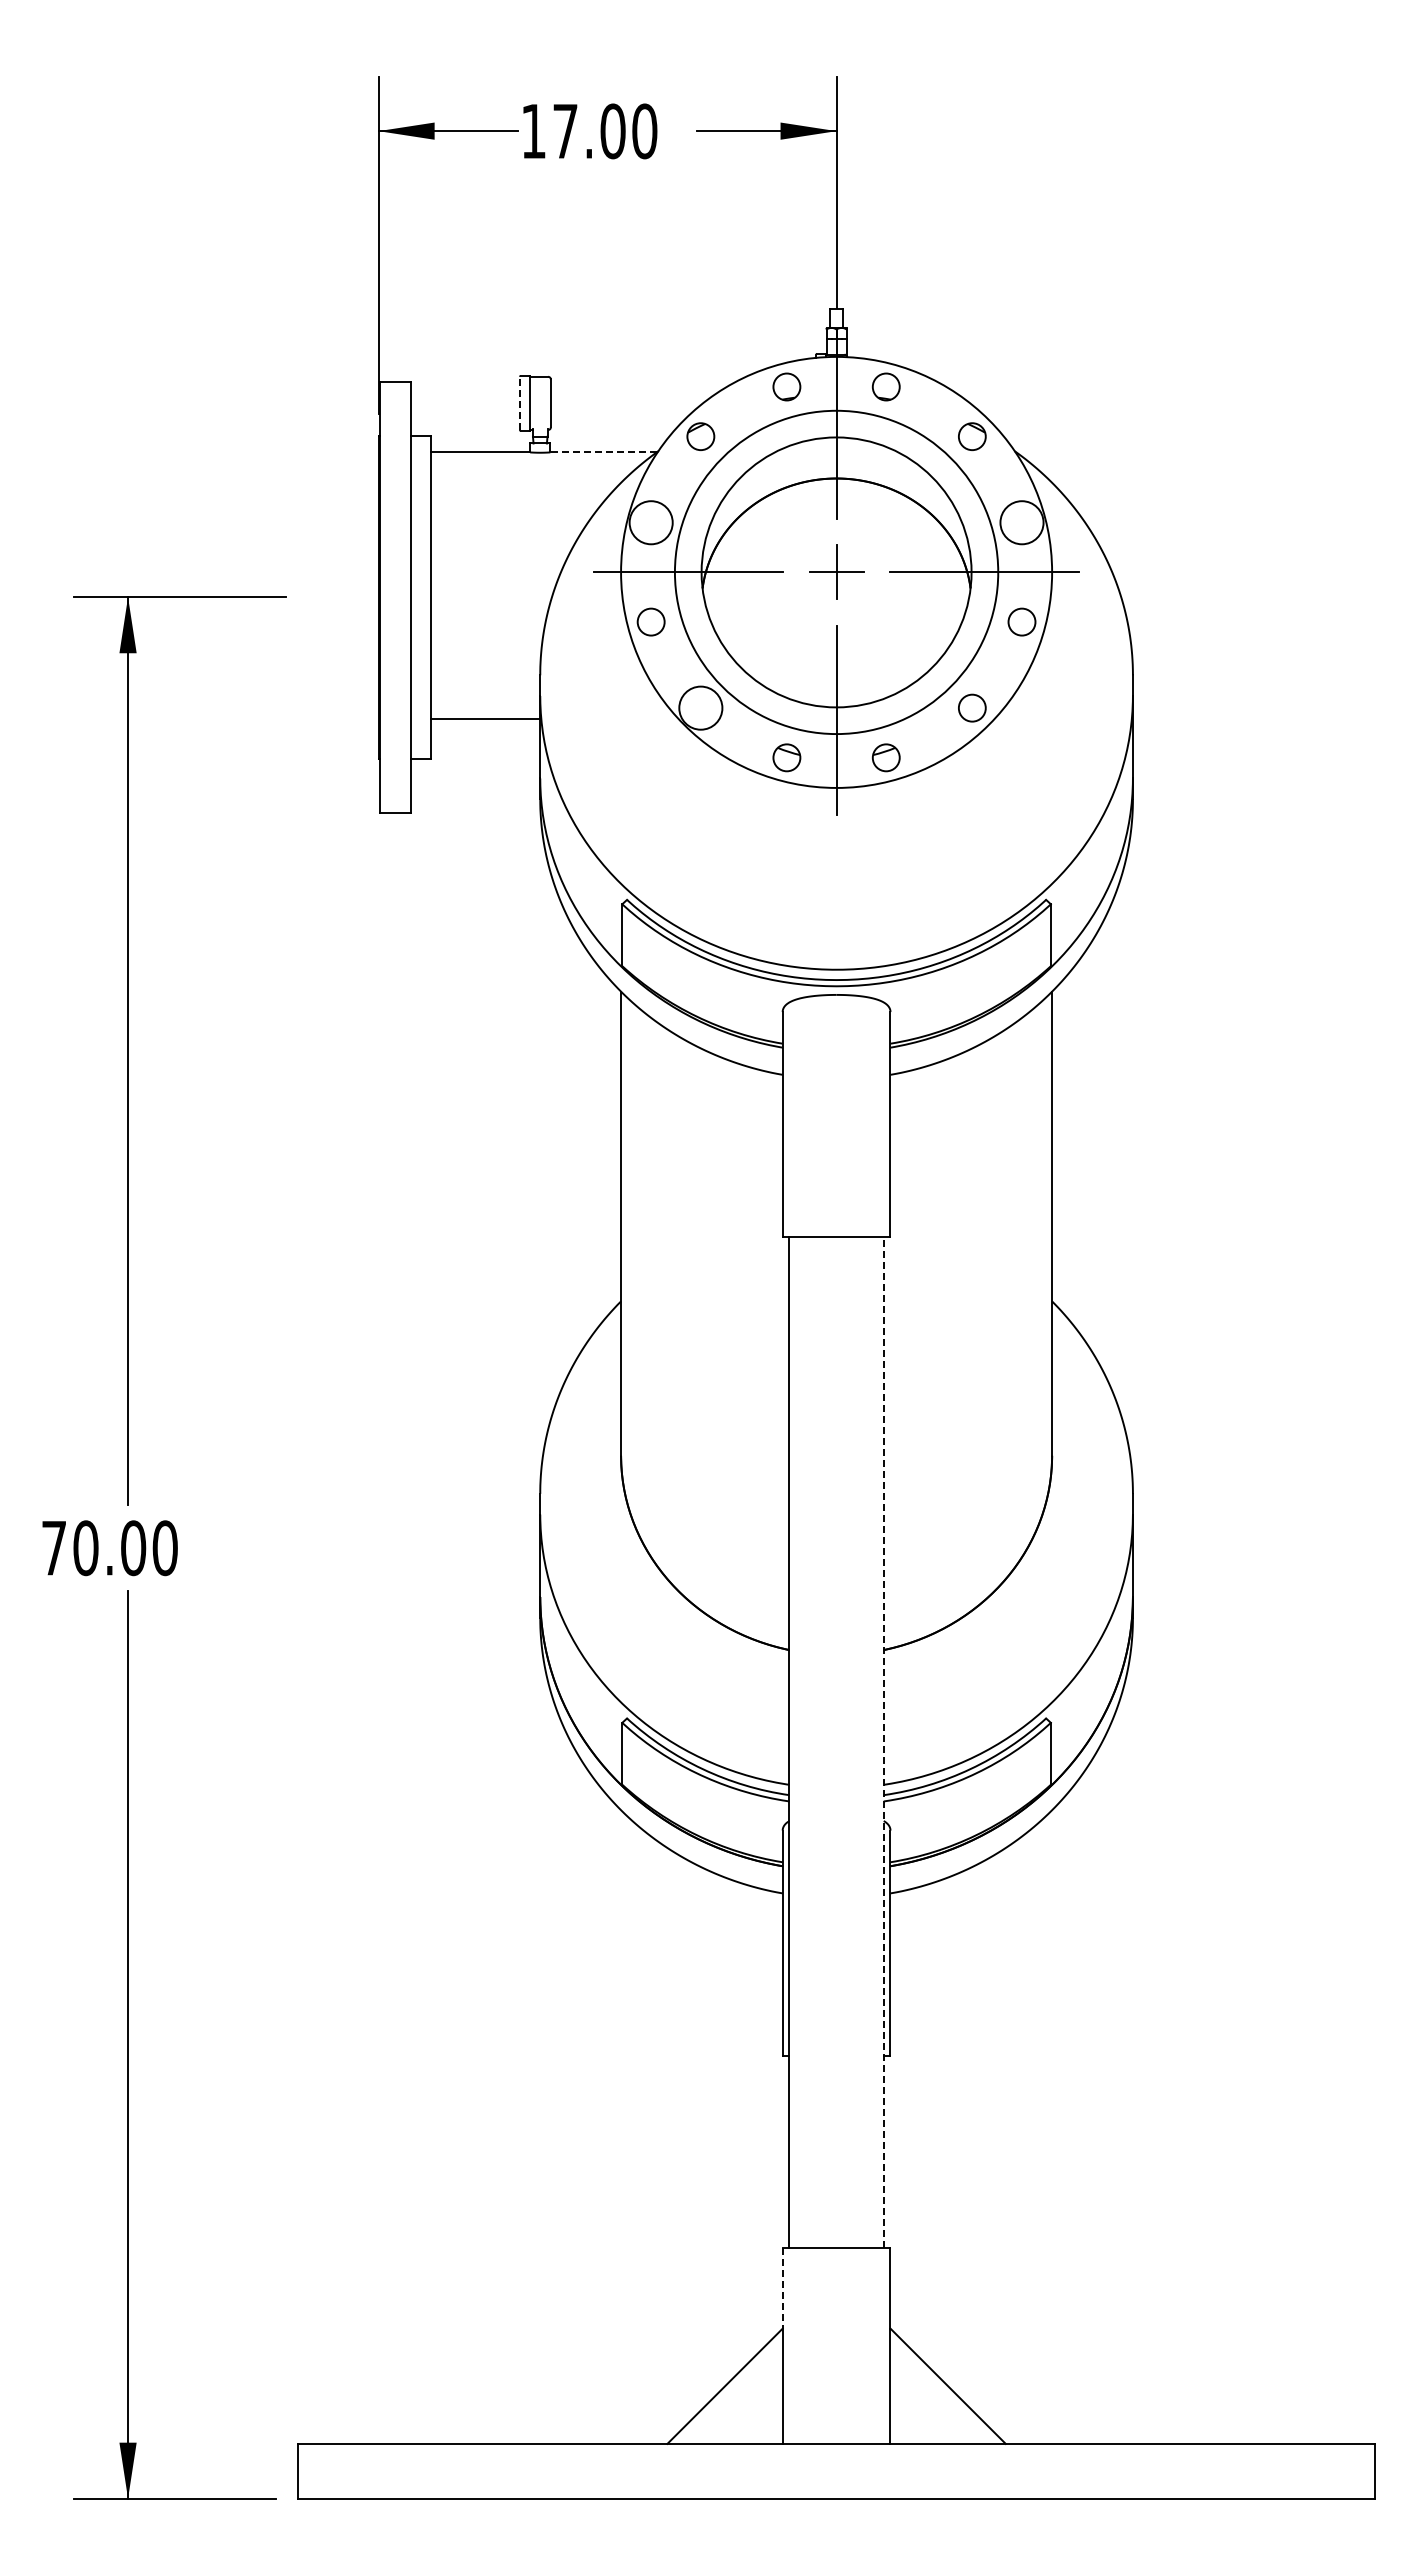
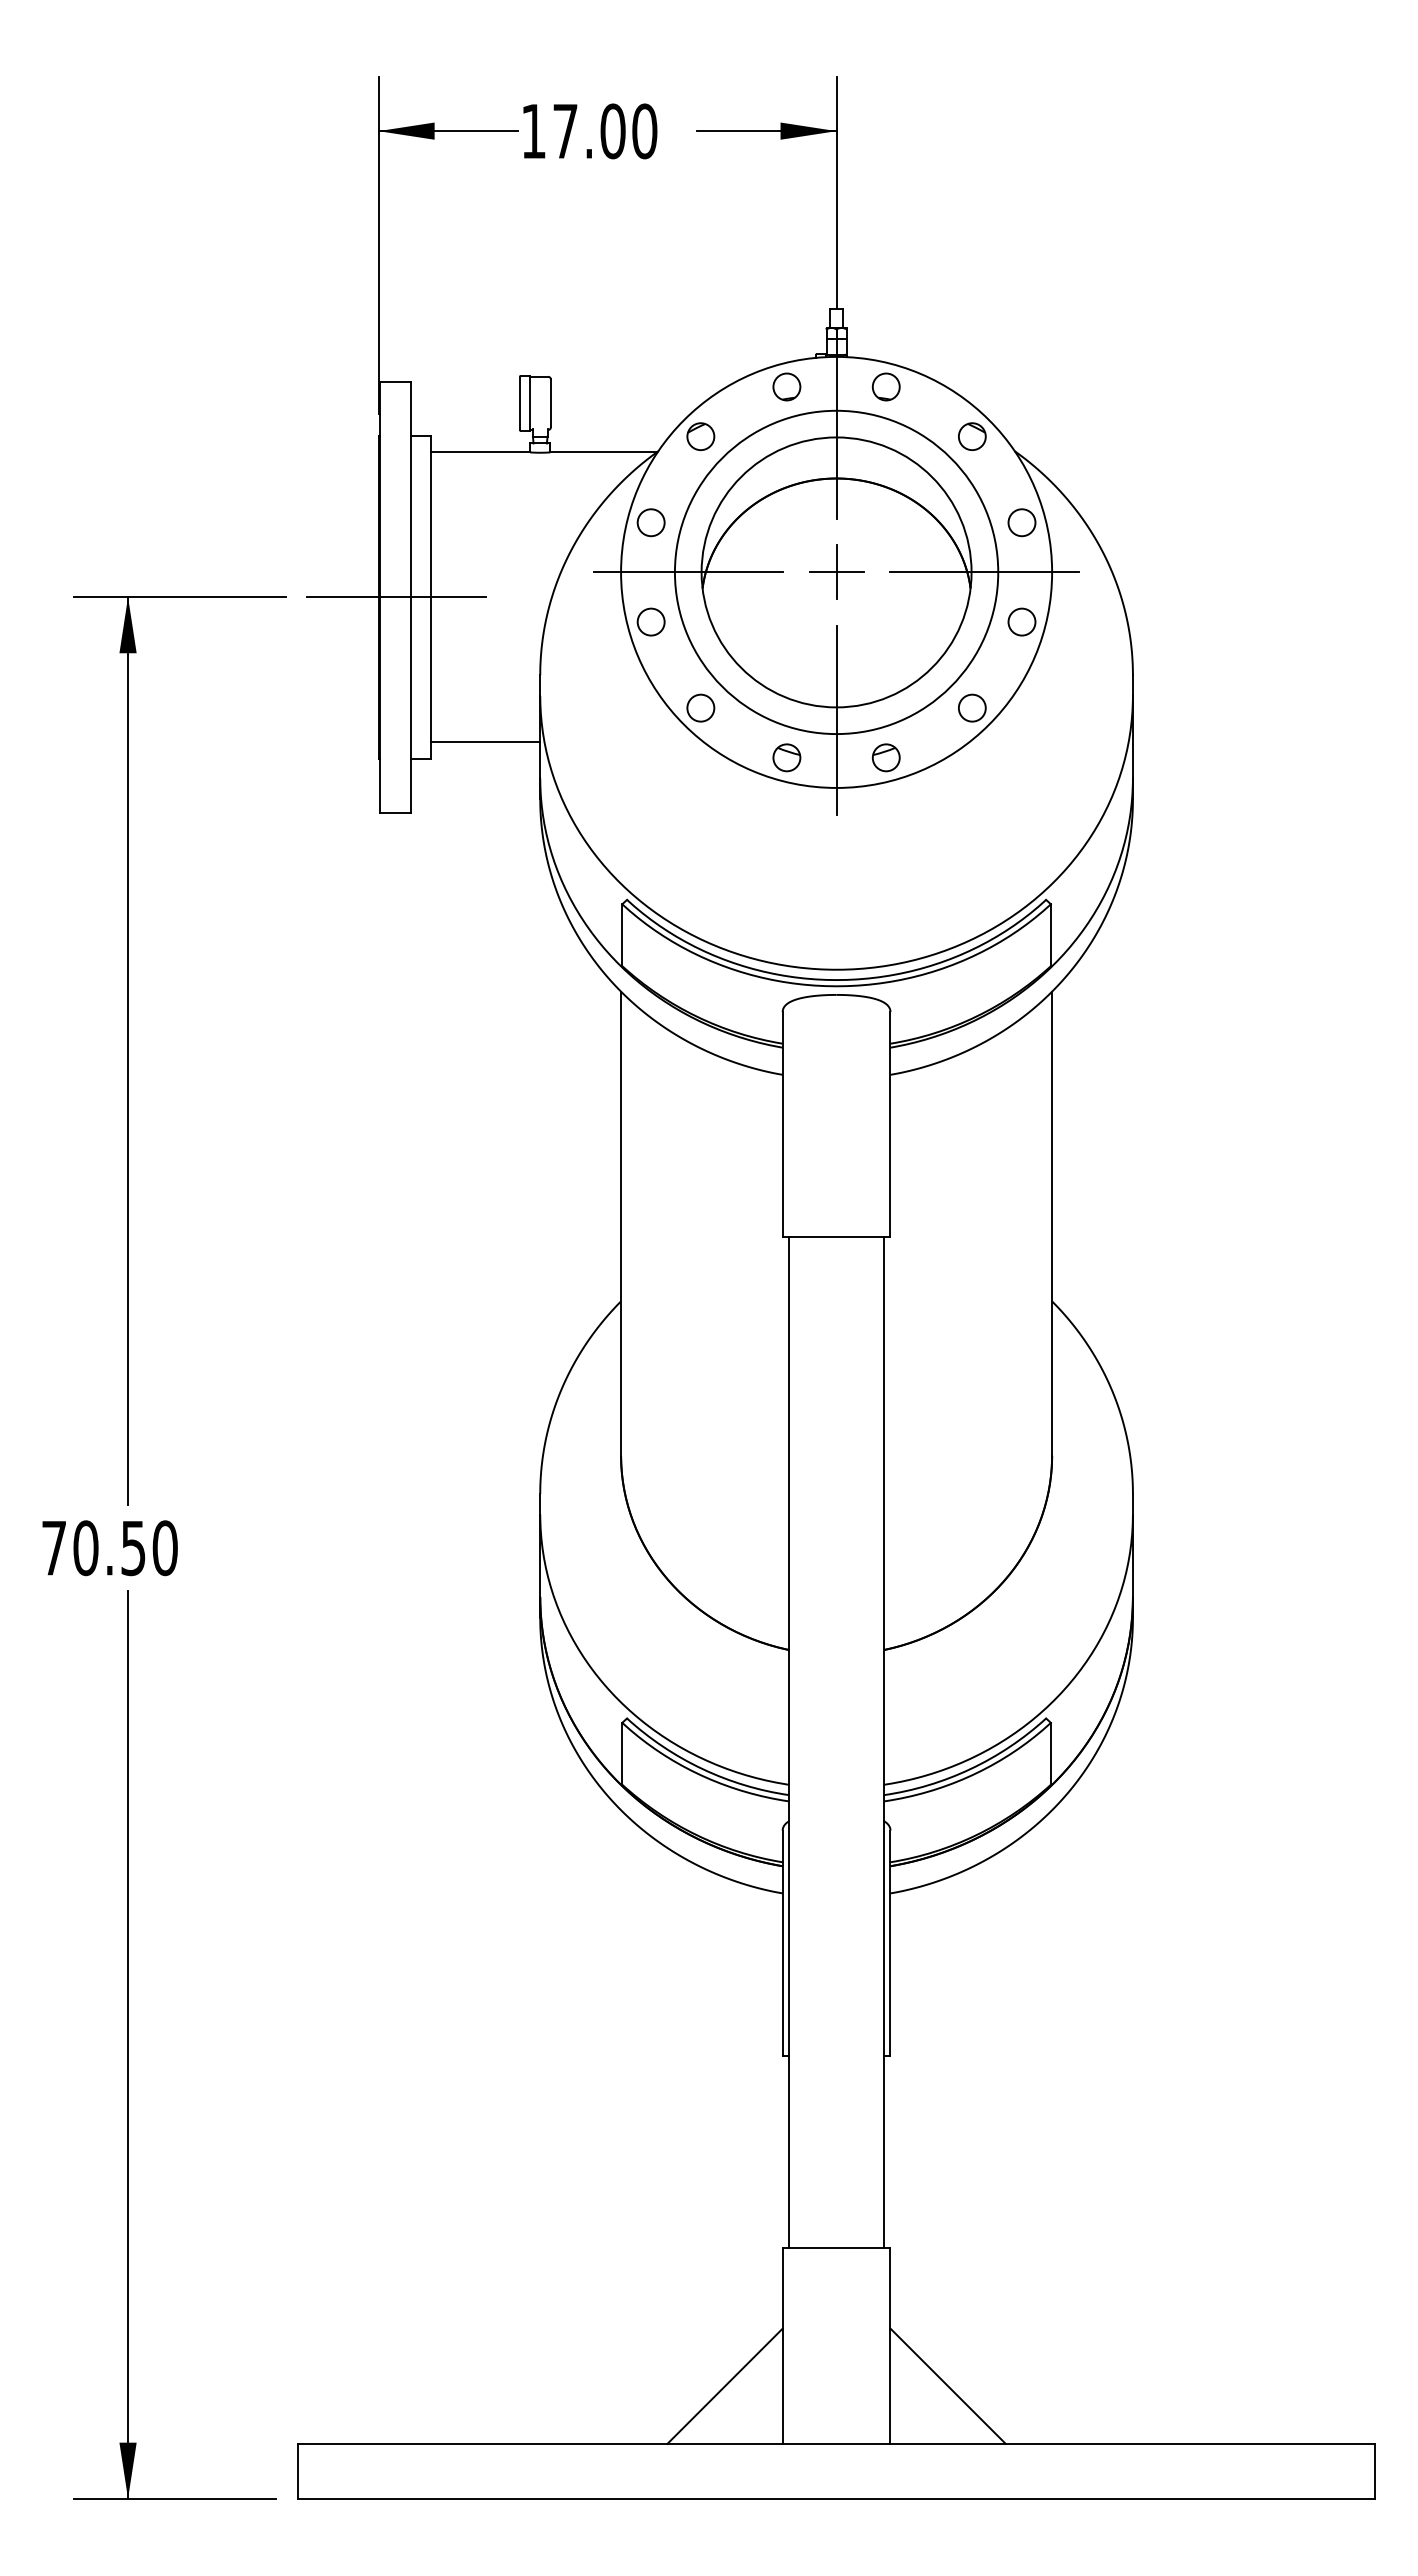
line at (519, 403): dashed -> solid
line at (603, 452): dashed -> solid
circle at (650, 522) diameter: 43 px -> 27 px
circle at (1021, 522) diameter: 43 px -> 27 px
line at (396, 597): none -> present
circle at (700, 707) diameter: 43 px -> 27 px
line at (485, 719) position: (485, 719) -> (485, 742)
text at (133, 1548): 70.00 -> 70.50
line at (883, 1742): dashed -> solid
line at (782, 2288): dashed -> solid
